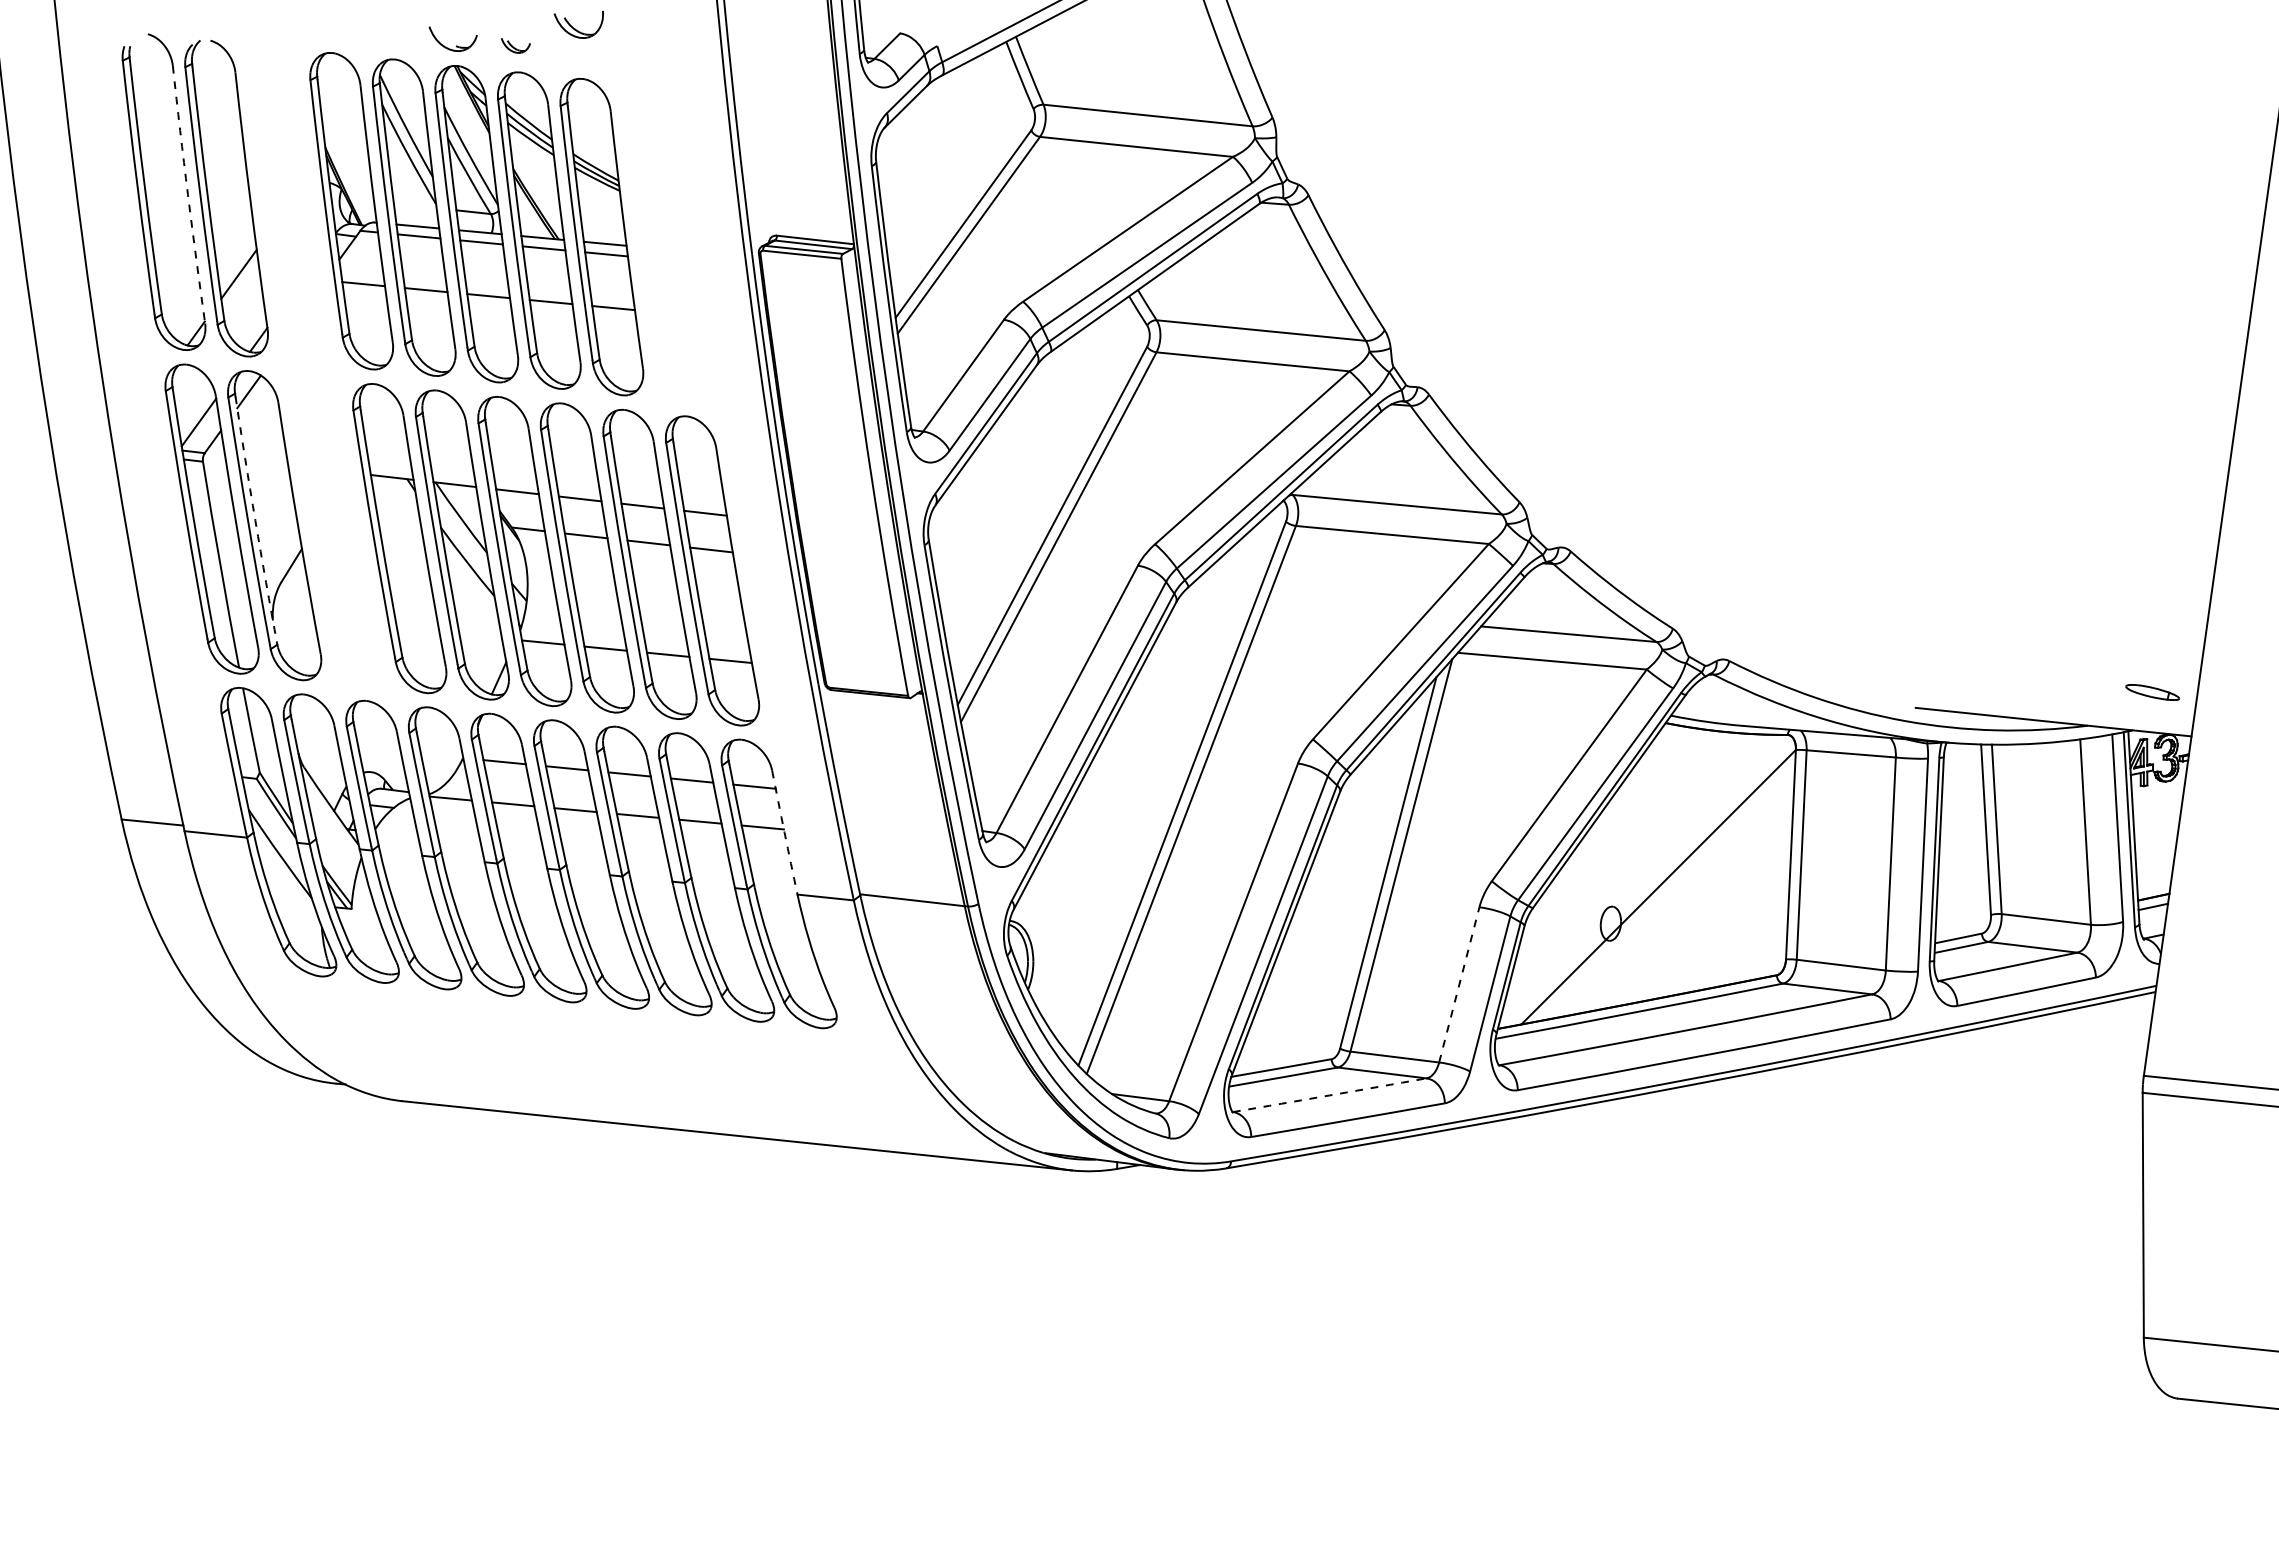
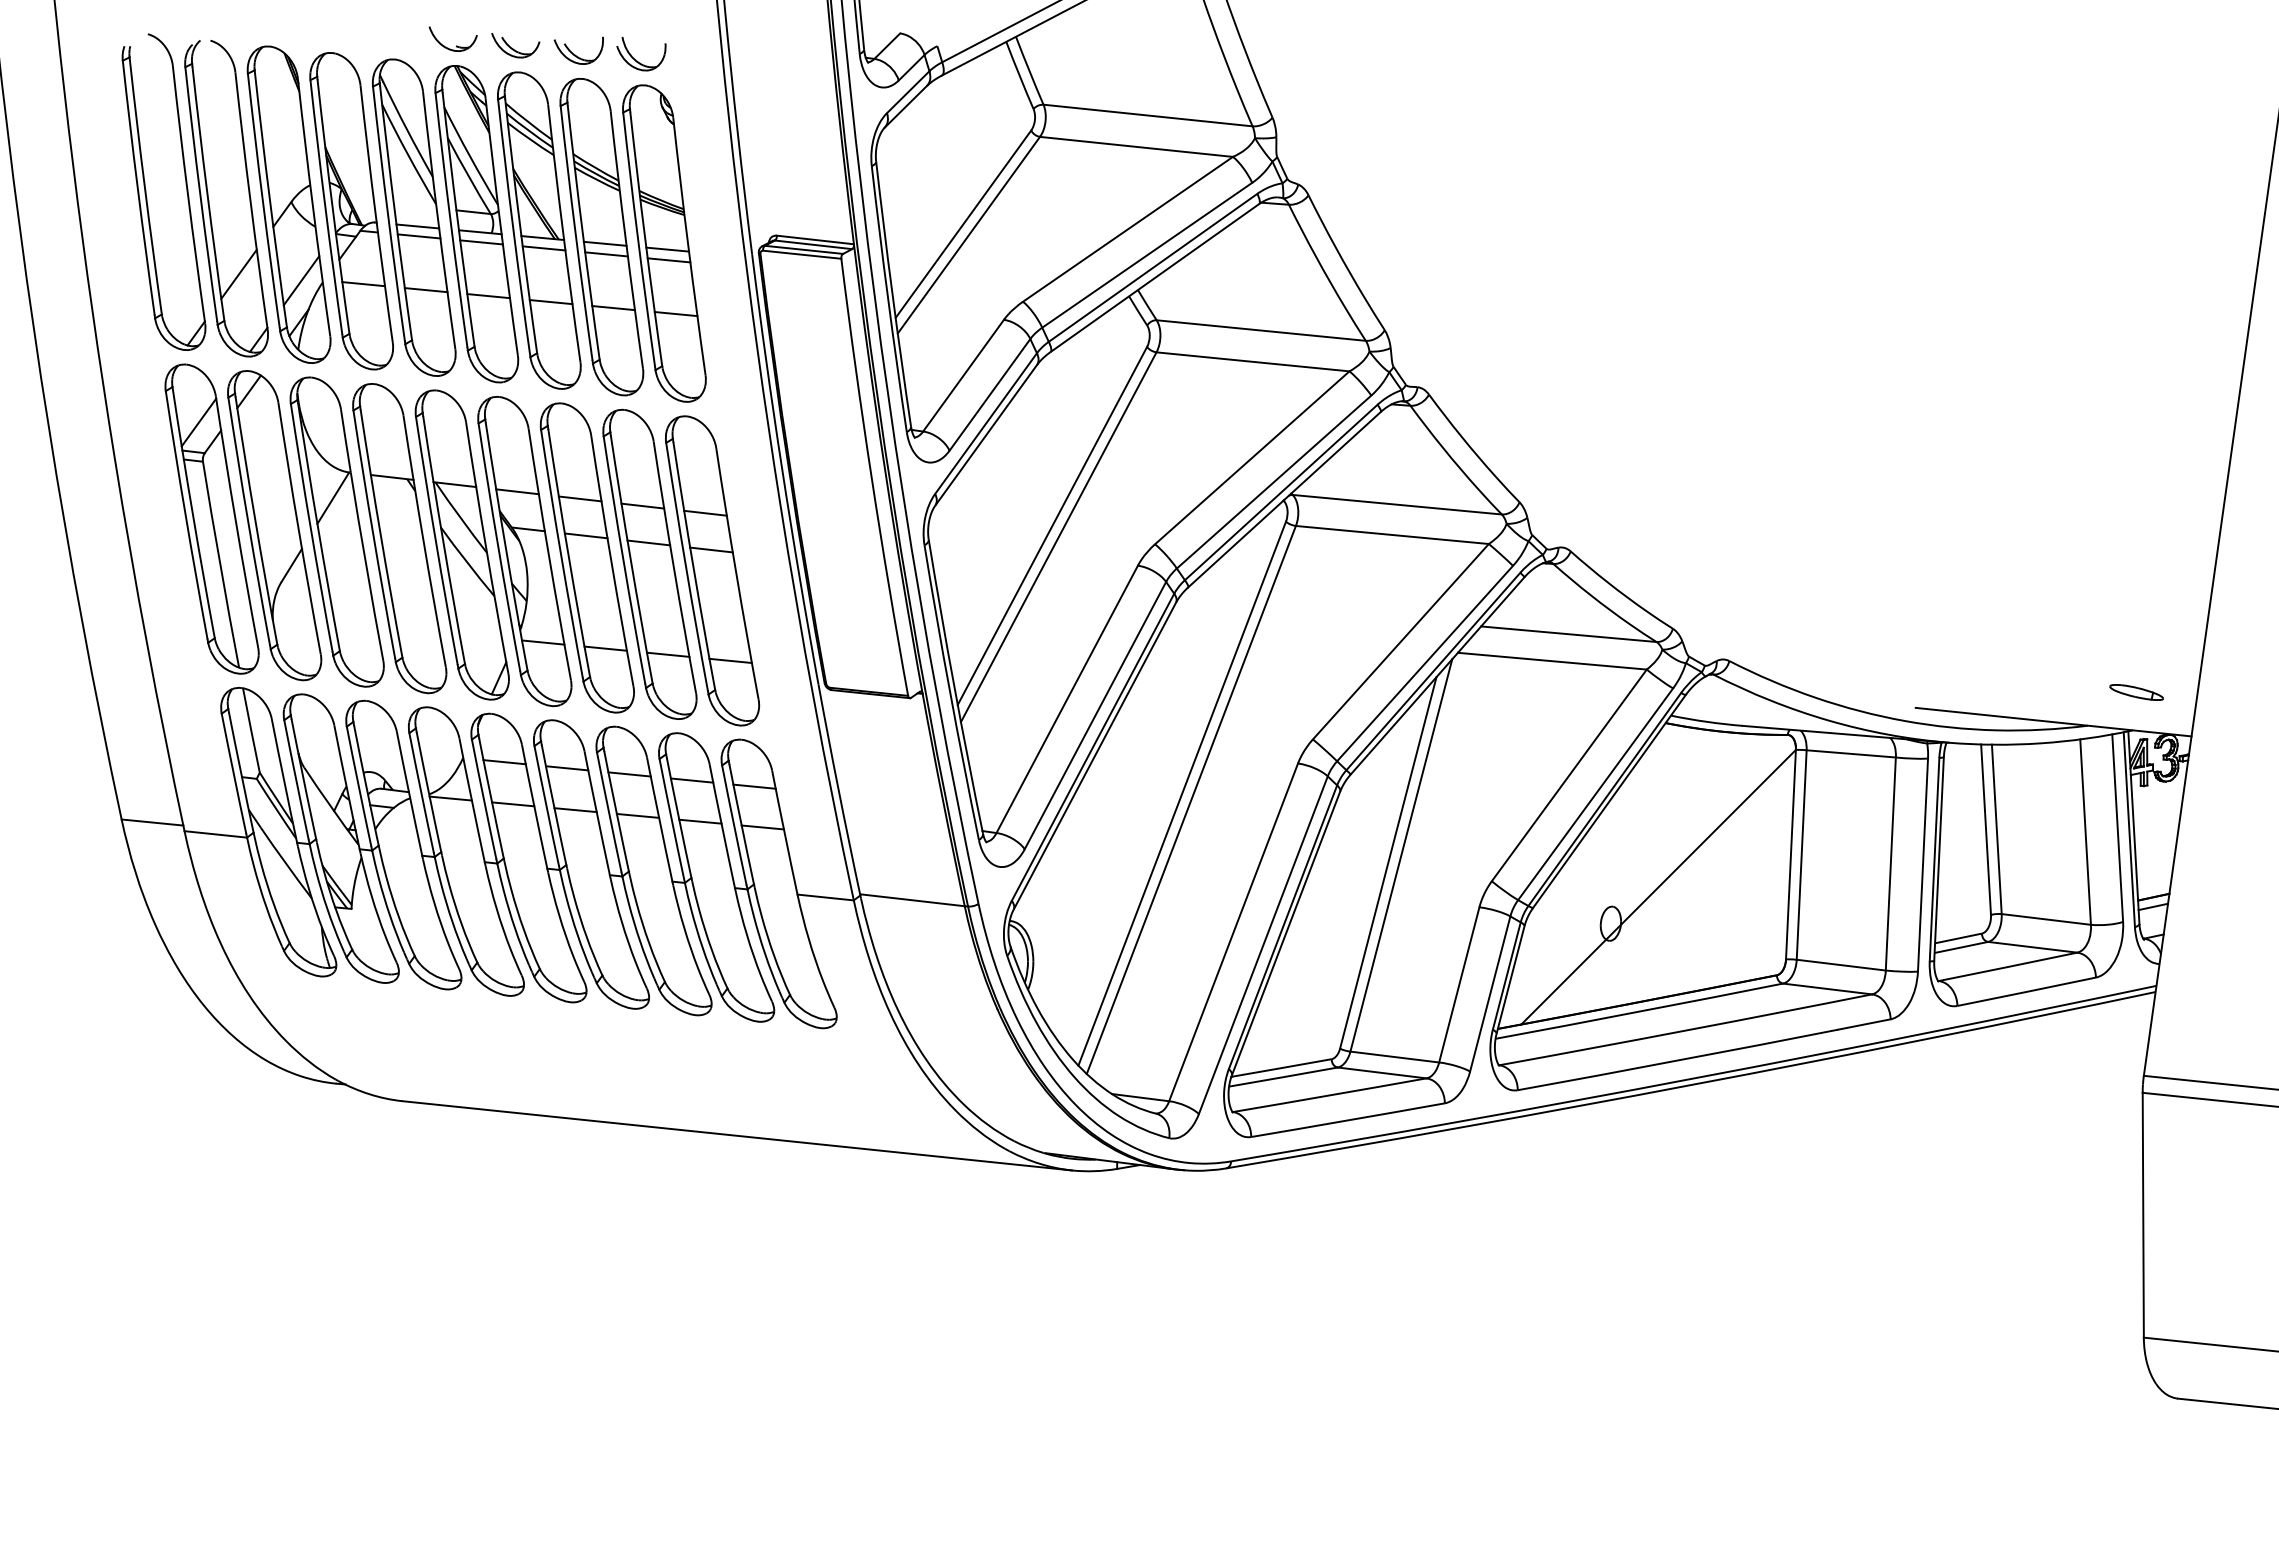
part at (578, 24) position: (578, 24) -> (578, 50)
part at (515, 45) size: 30x16 px -> 50x26 px
part at (637, 60): none -> present
arc at (187, 194): dashed -> solid
part at (288, 204): none -> present
part at (664, 243): none -> present
arc at (255, 520): dashed -> solid
part at (336, 531): none -> present
part at (2152, 692) position: (2152, 692) -> (2136, 692)
arc at (784, 832): dashed -> solid
line at (1459, 984): dashed -> solid
arc at (1329, 1095): dashed -> solid
